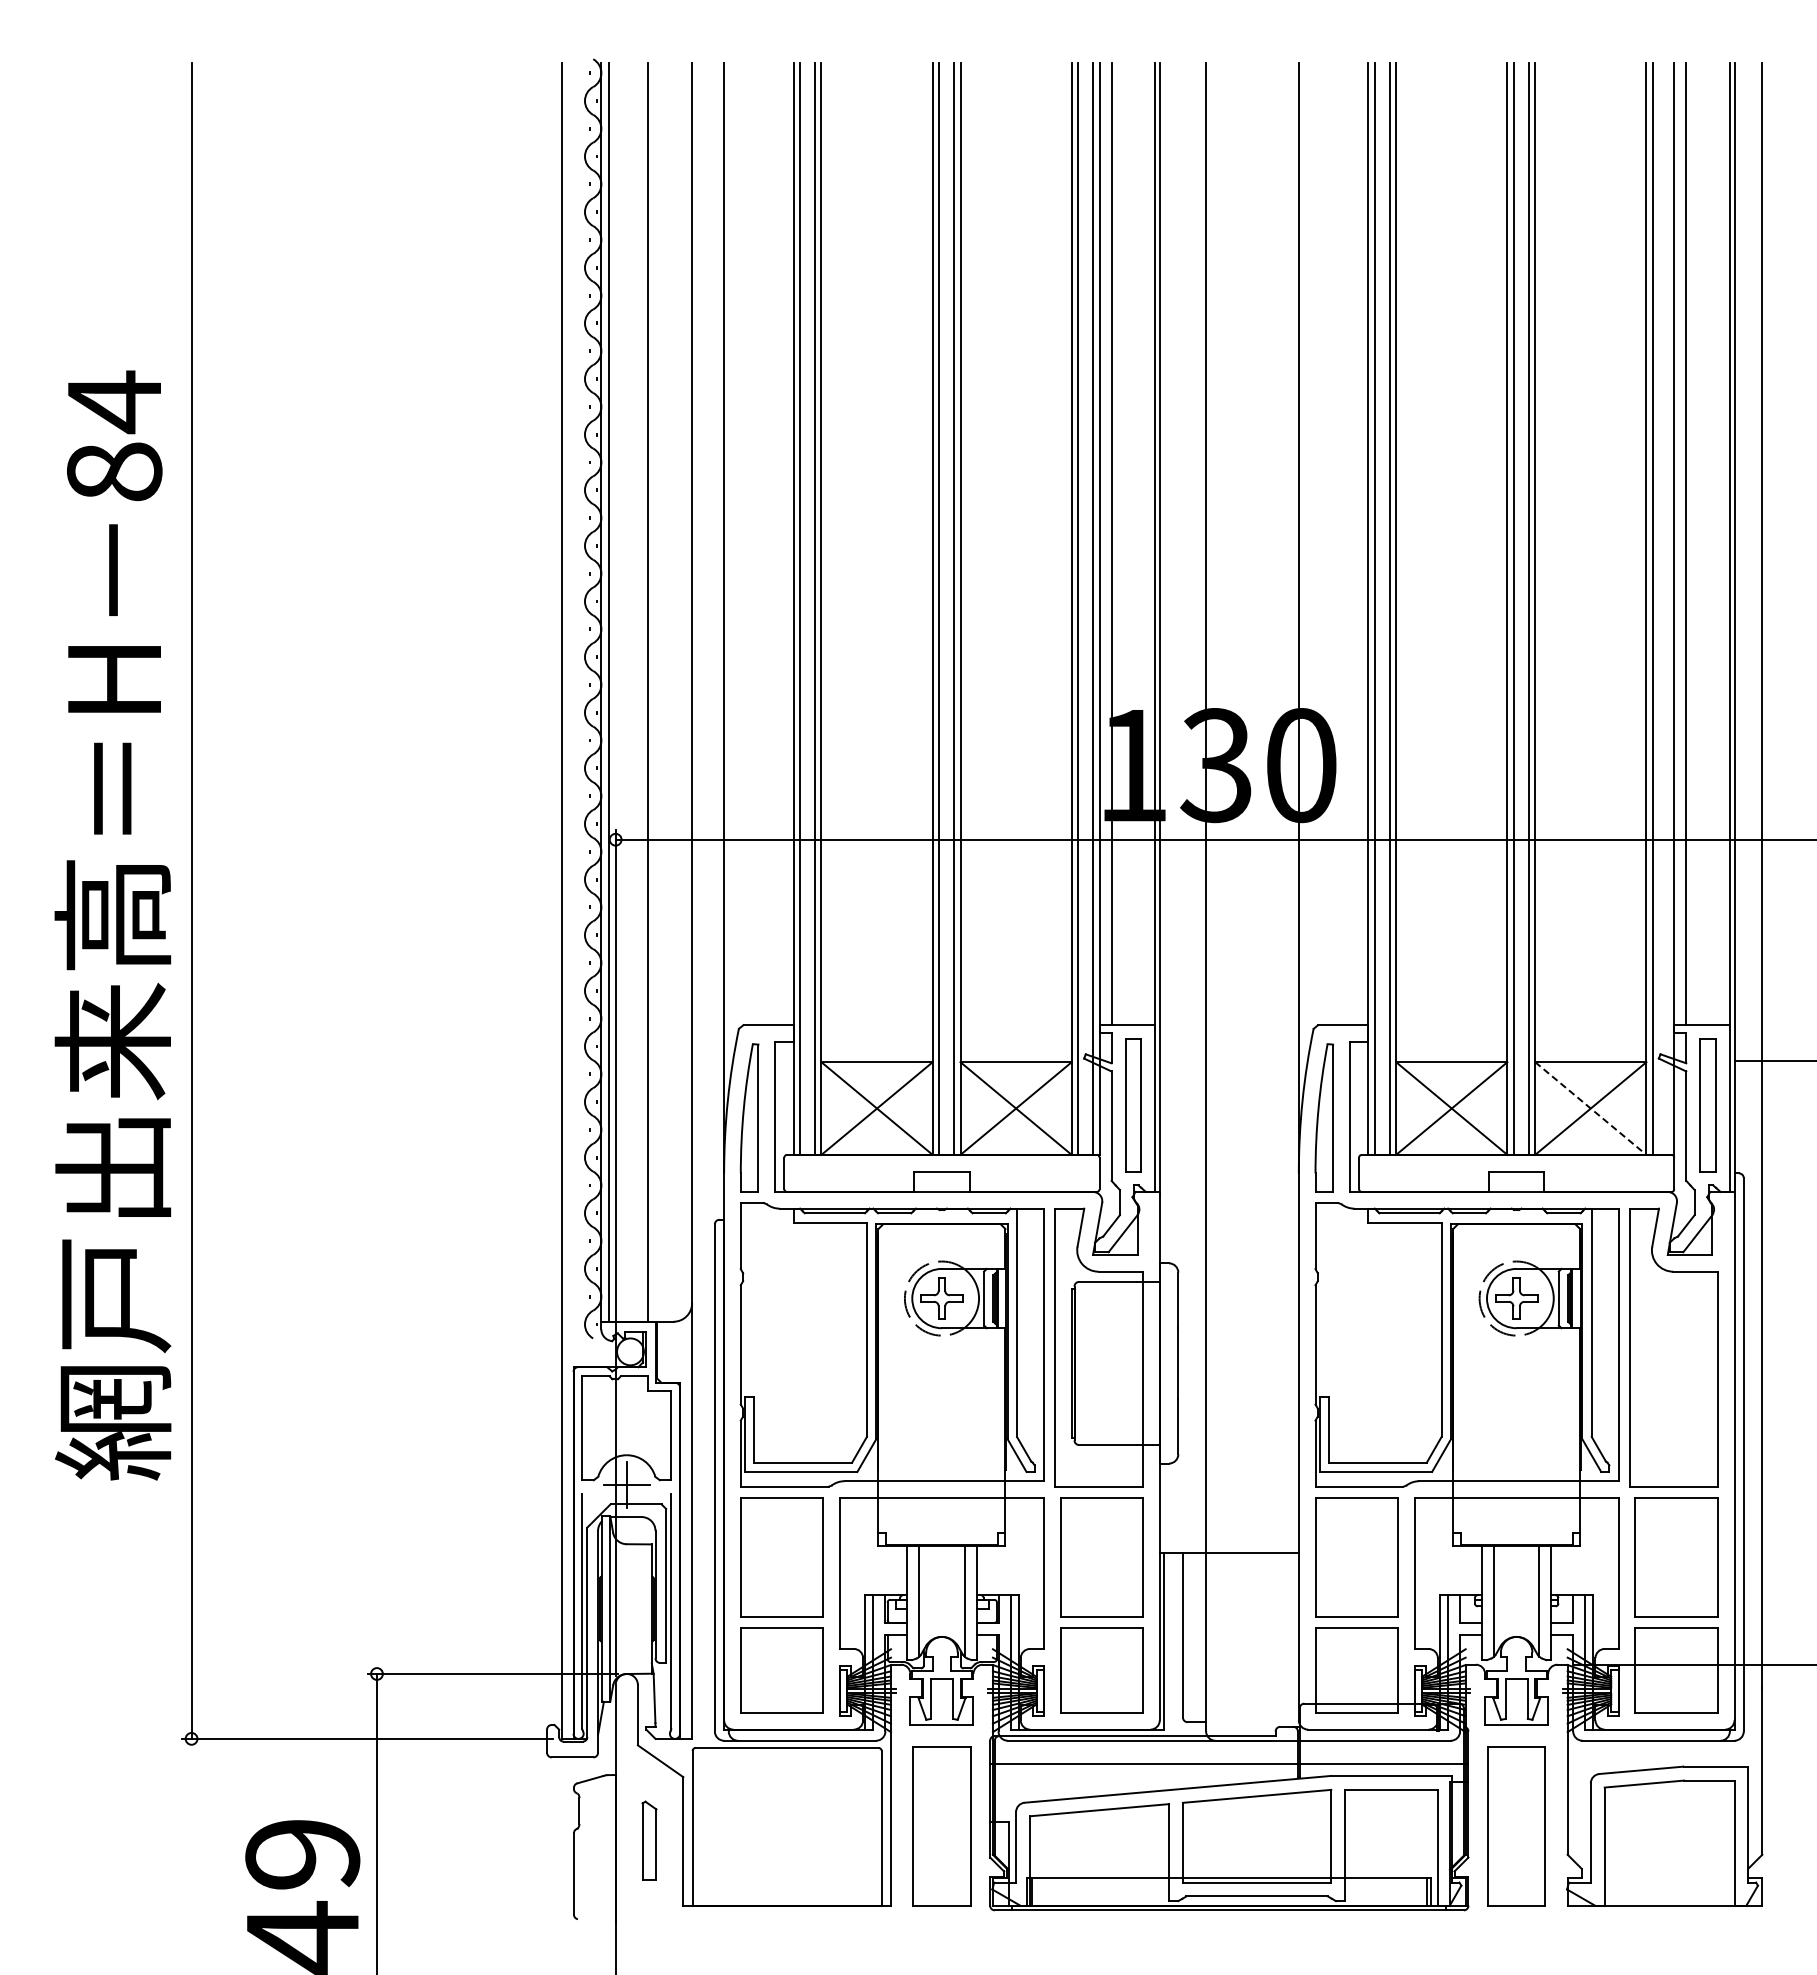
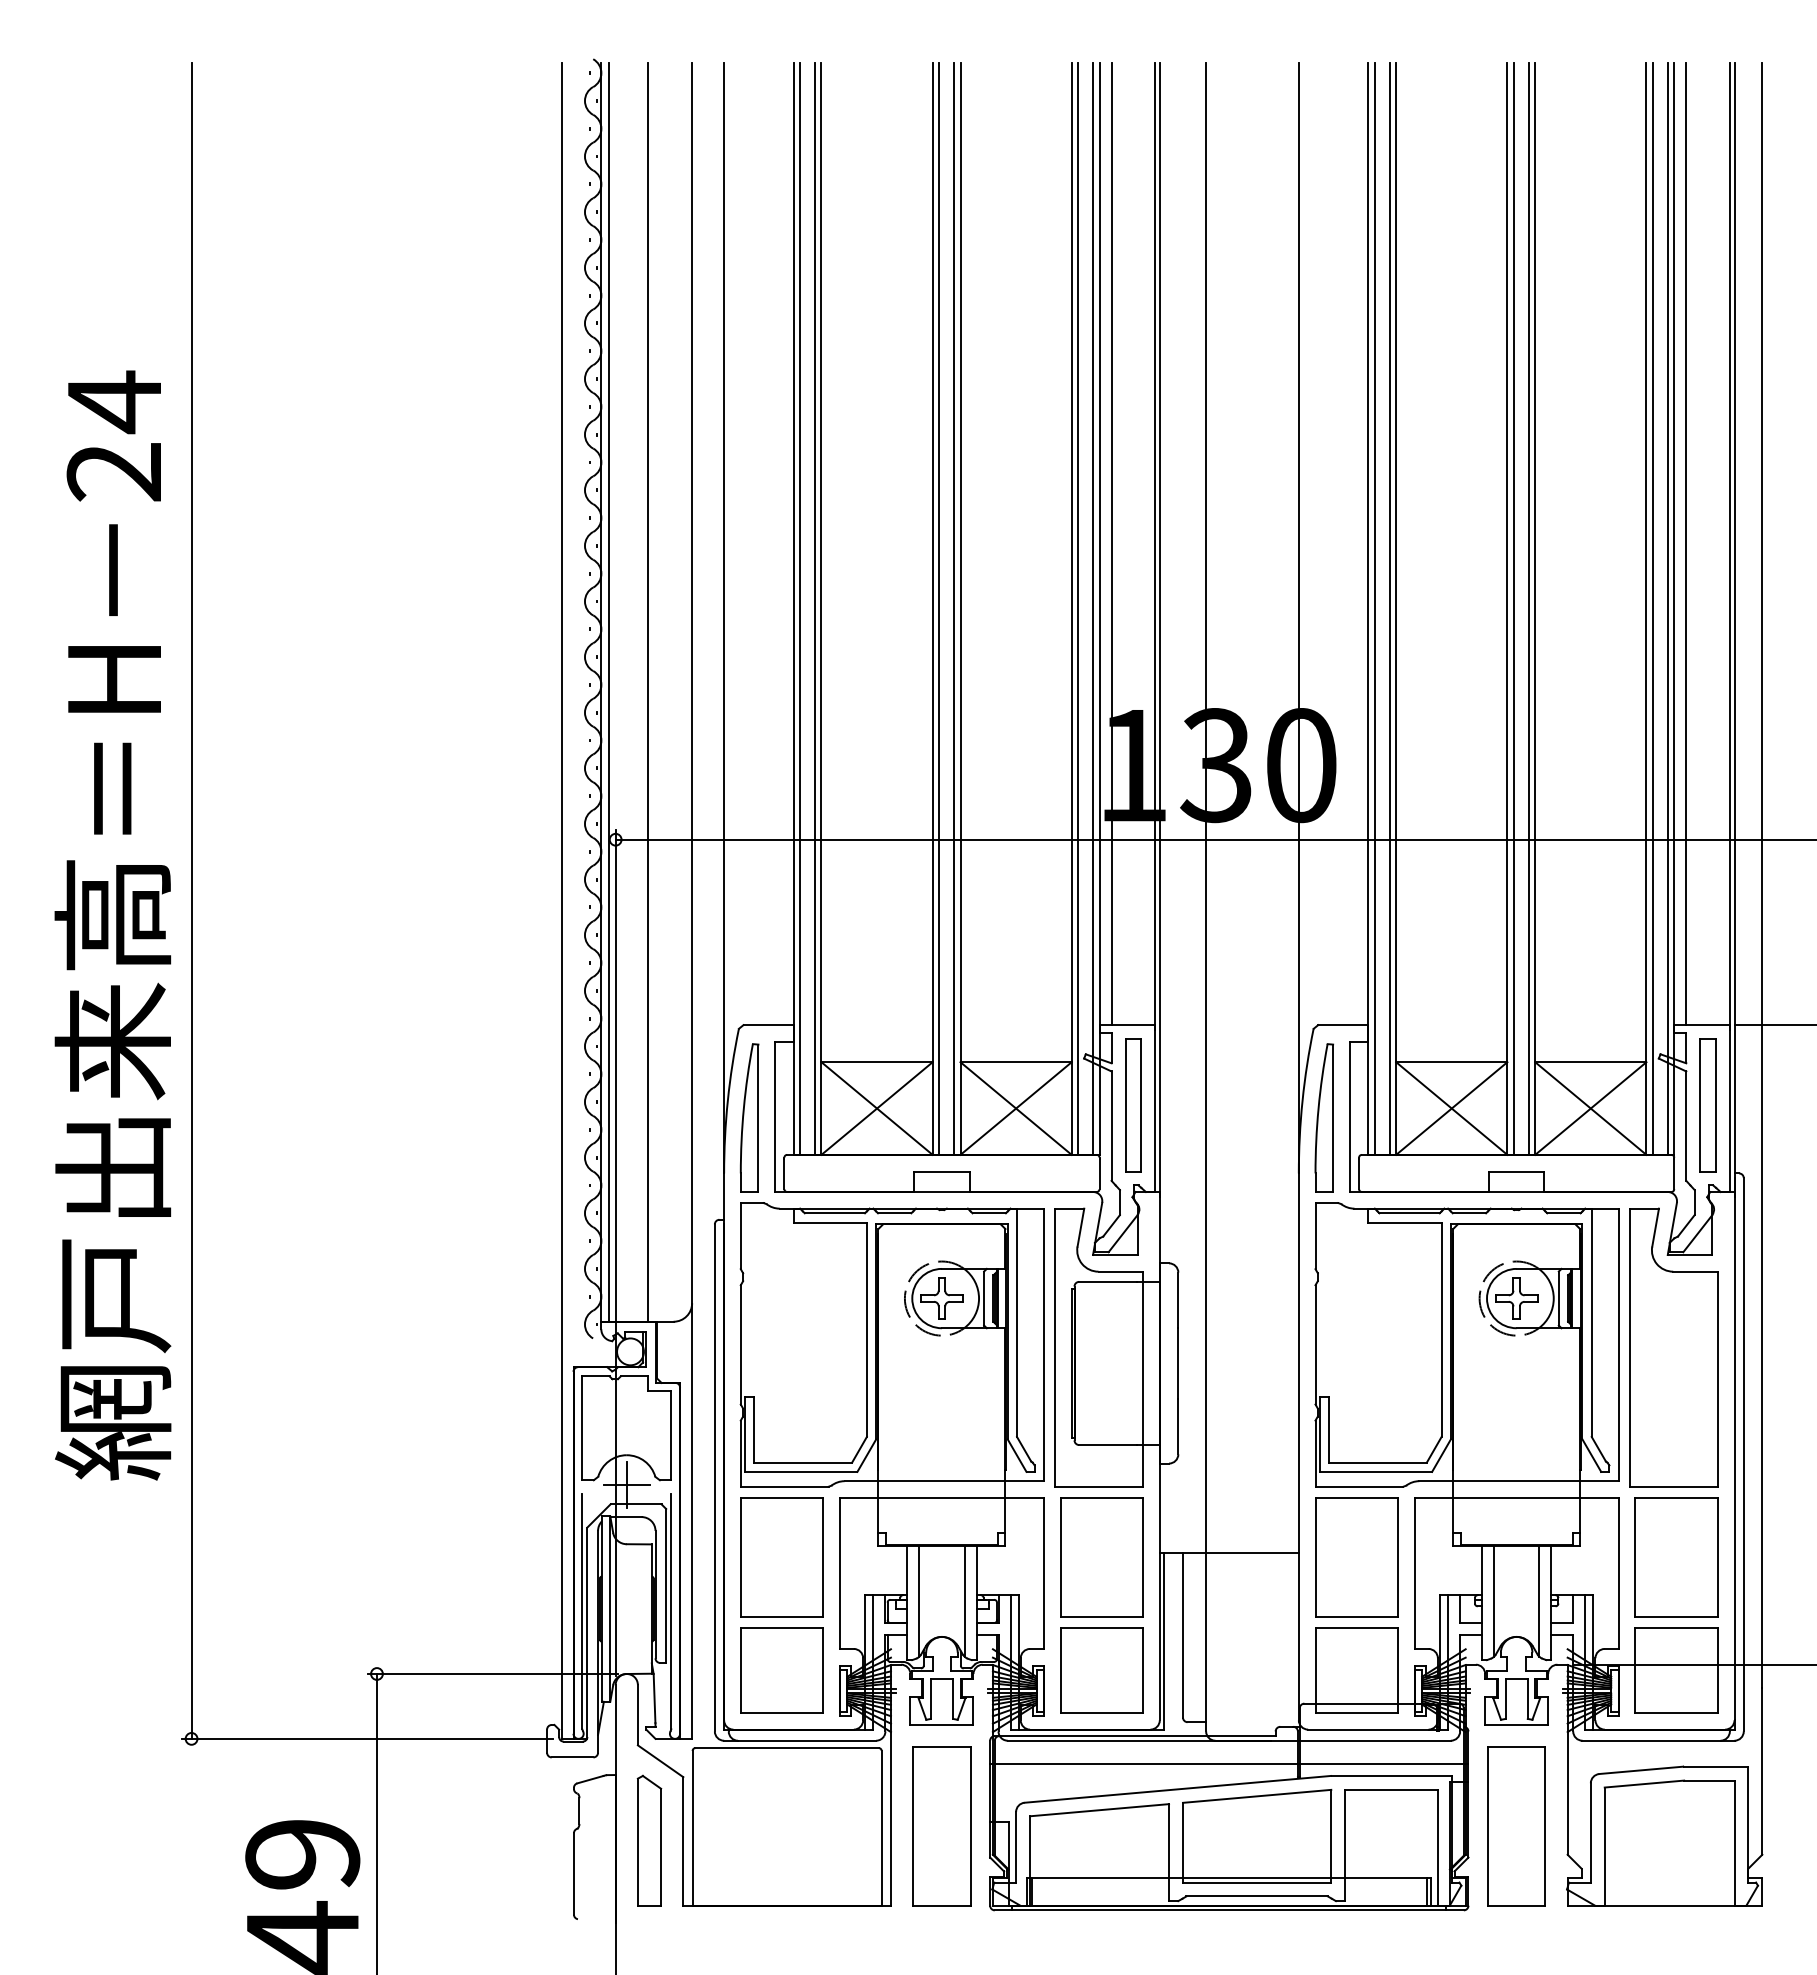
text at (114, 471): 84 -> 24
line at (1667, 608): none -> present
line at (1773, 1061) position: (1773, 1061) -> (1773, 1025)
line at (1591, 1108): dashed -> solid
part at (649, 1840) size: 17x81 px -> 27x133 px
